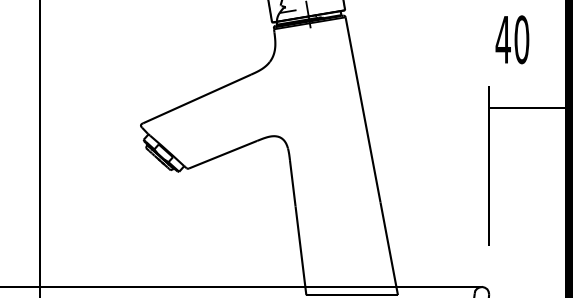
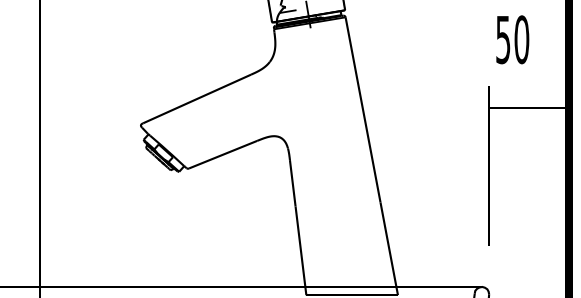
text at (502, 40): 40 -> 50
